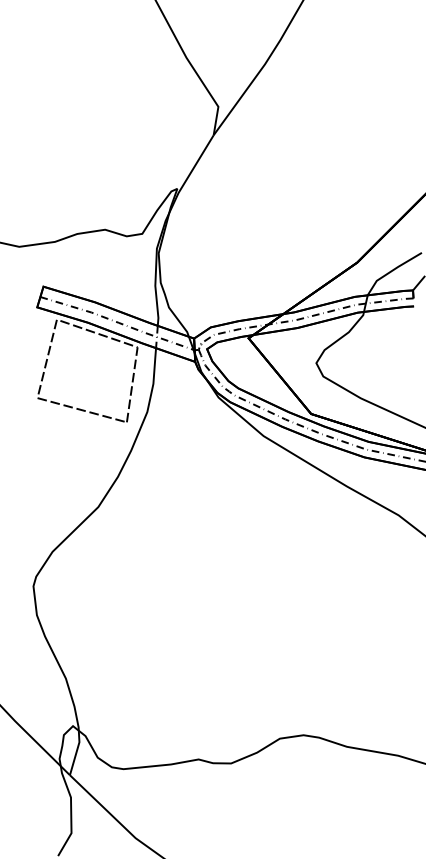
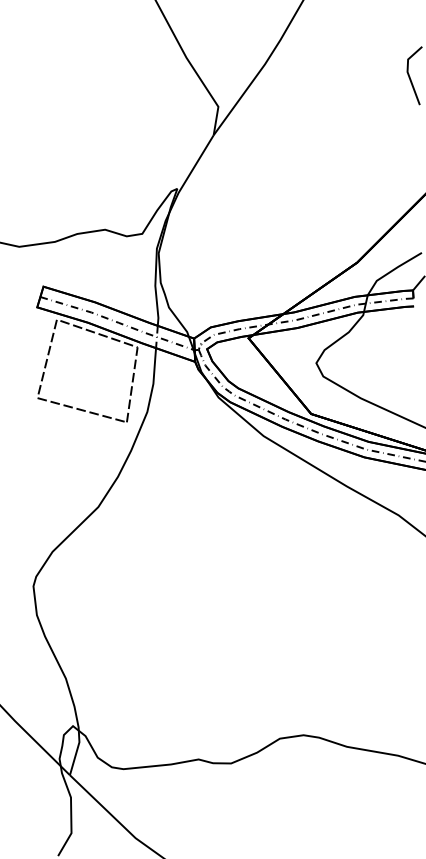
line at (410, 76): none -> present
